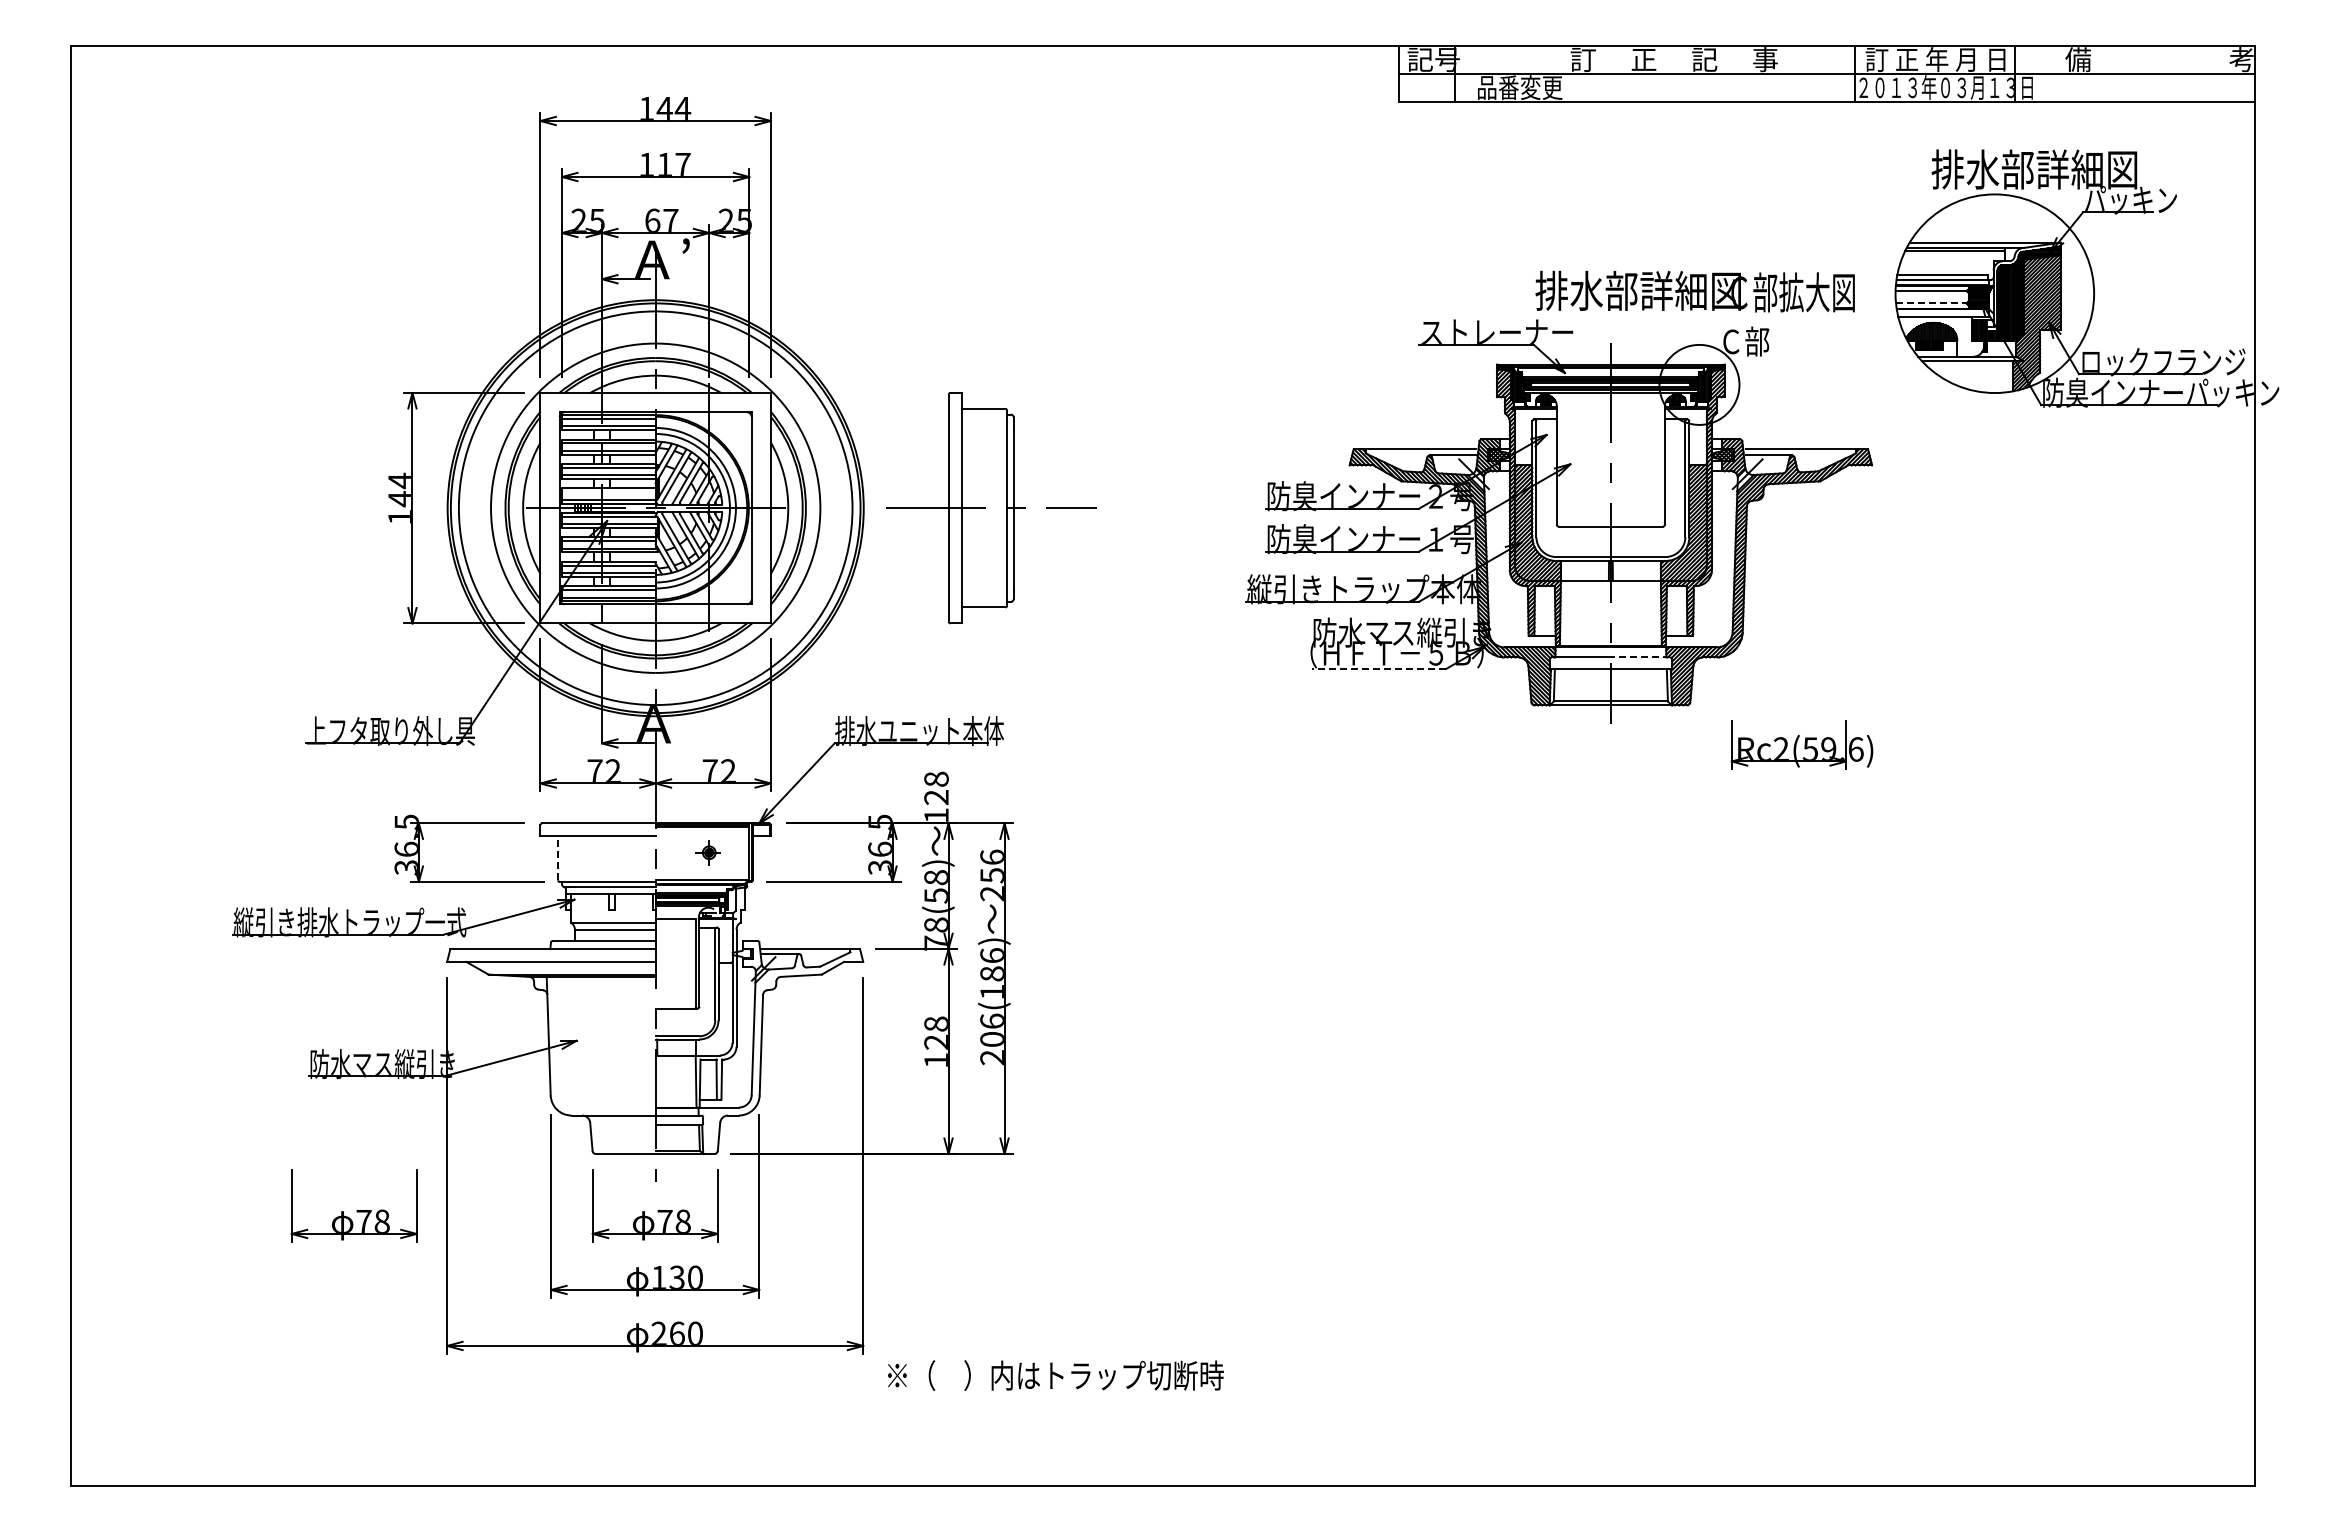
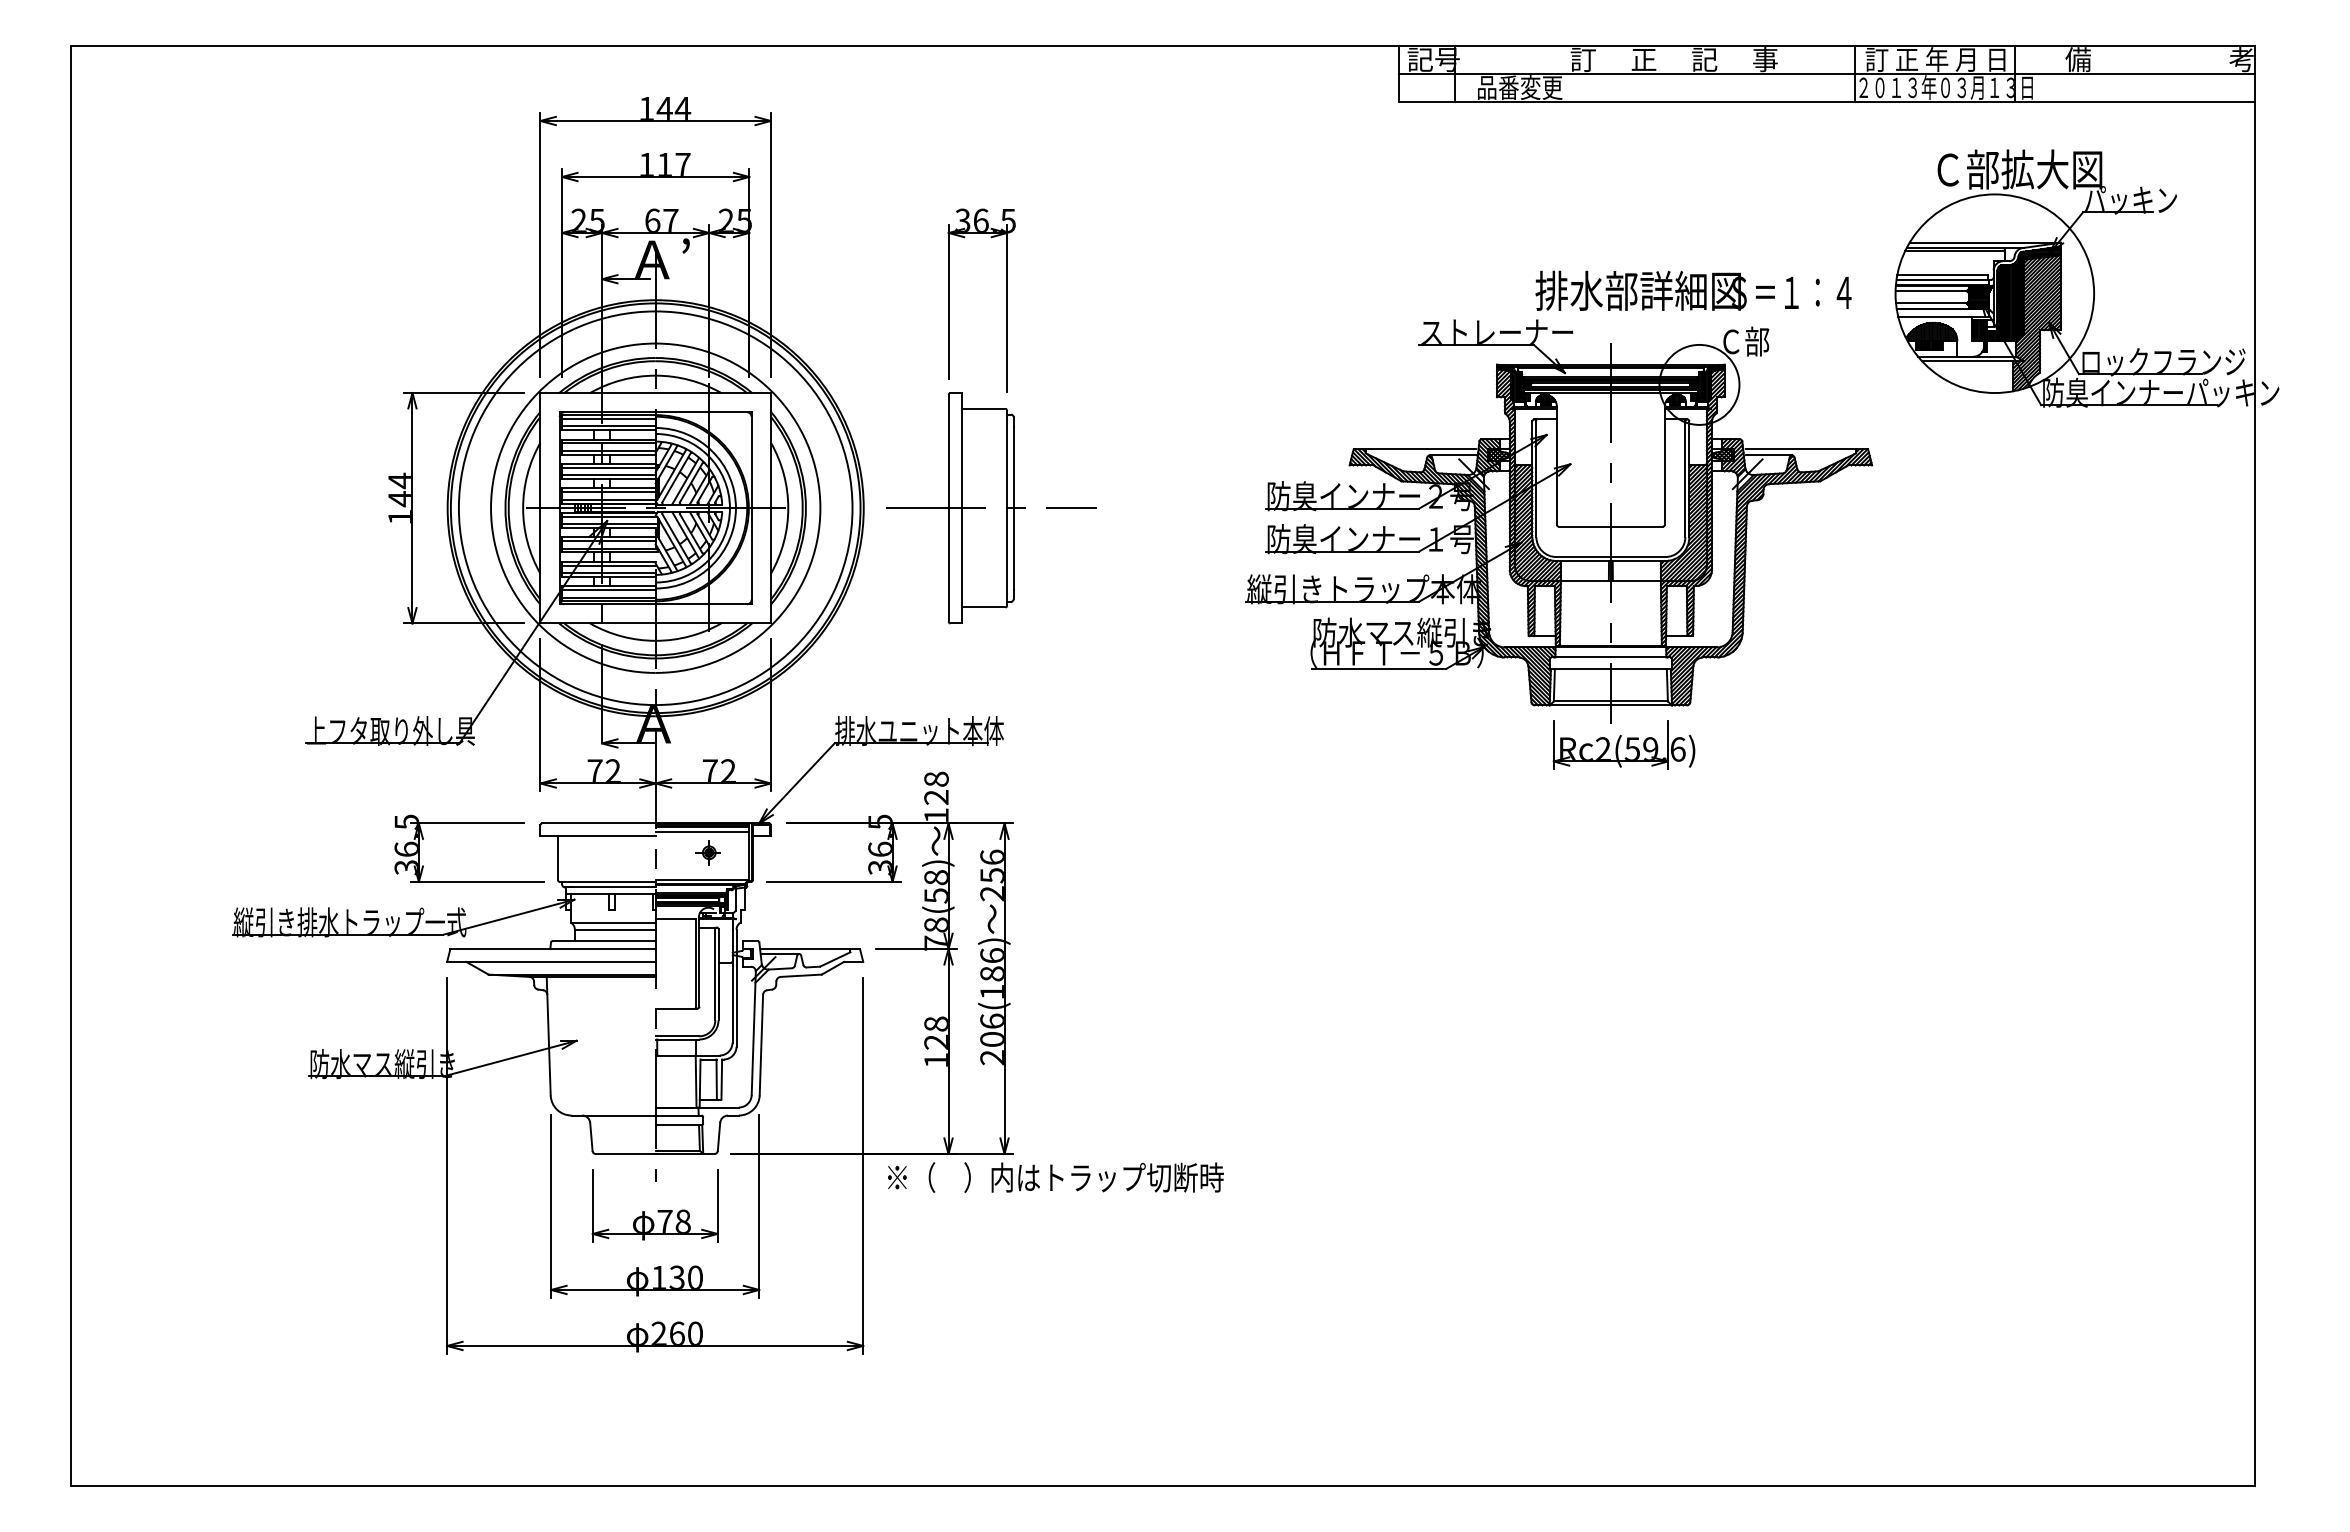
text at (2034, 169): 排水部詳細図 -> Ｃ部拡大図
text at (1792, 292): Ｃ部拡大図 -> Ｓ＝１：４
part at (1006, 300): none -> present
line at (1931, 303): dashed -> solid
line at (608, 492): none -> present
line at (1640, 657): dashed -> solid
line at (1378, 669): dashed -> solid
part at (1801, 744) position: (1801, 744) -> (1623, 744)
line at (702, 832): none -> present
line at (558, 857): dashed -> solid
part at (353, 1205): present -> none
text at (1055, 1375) position: (1055, 1375) -> (1055, 1177)
